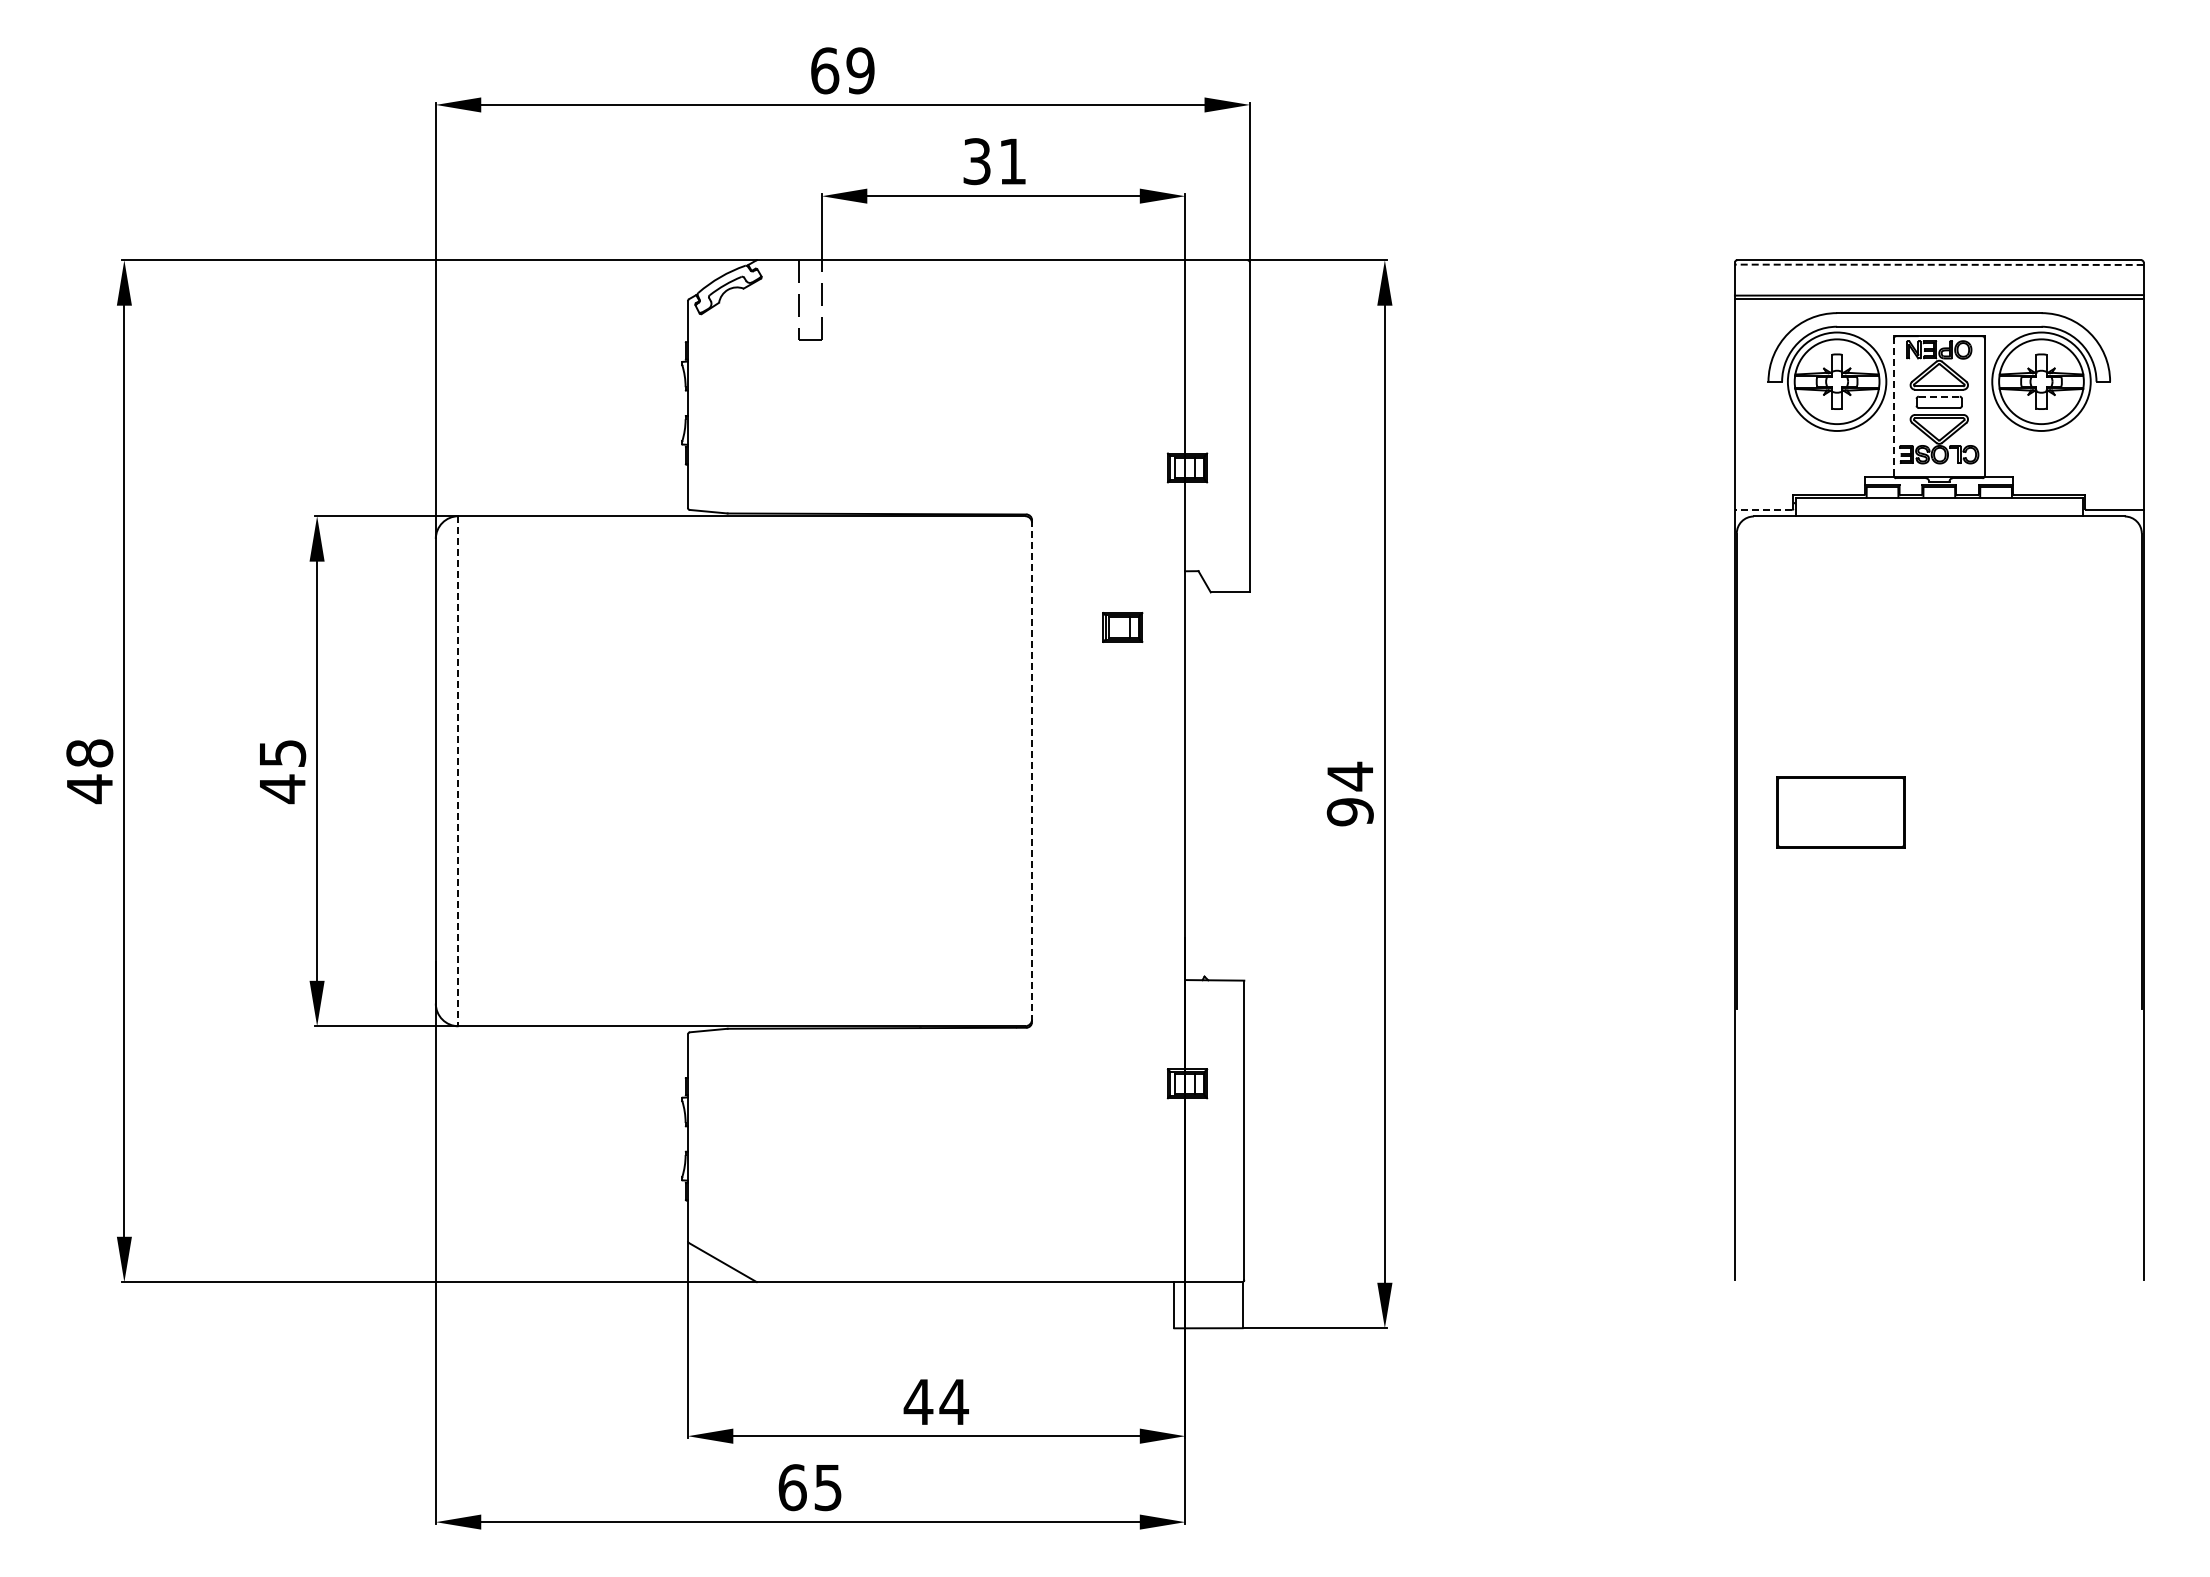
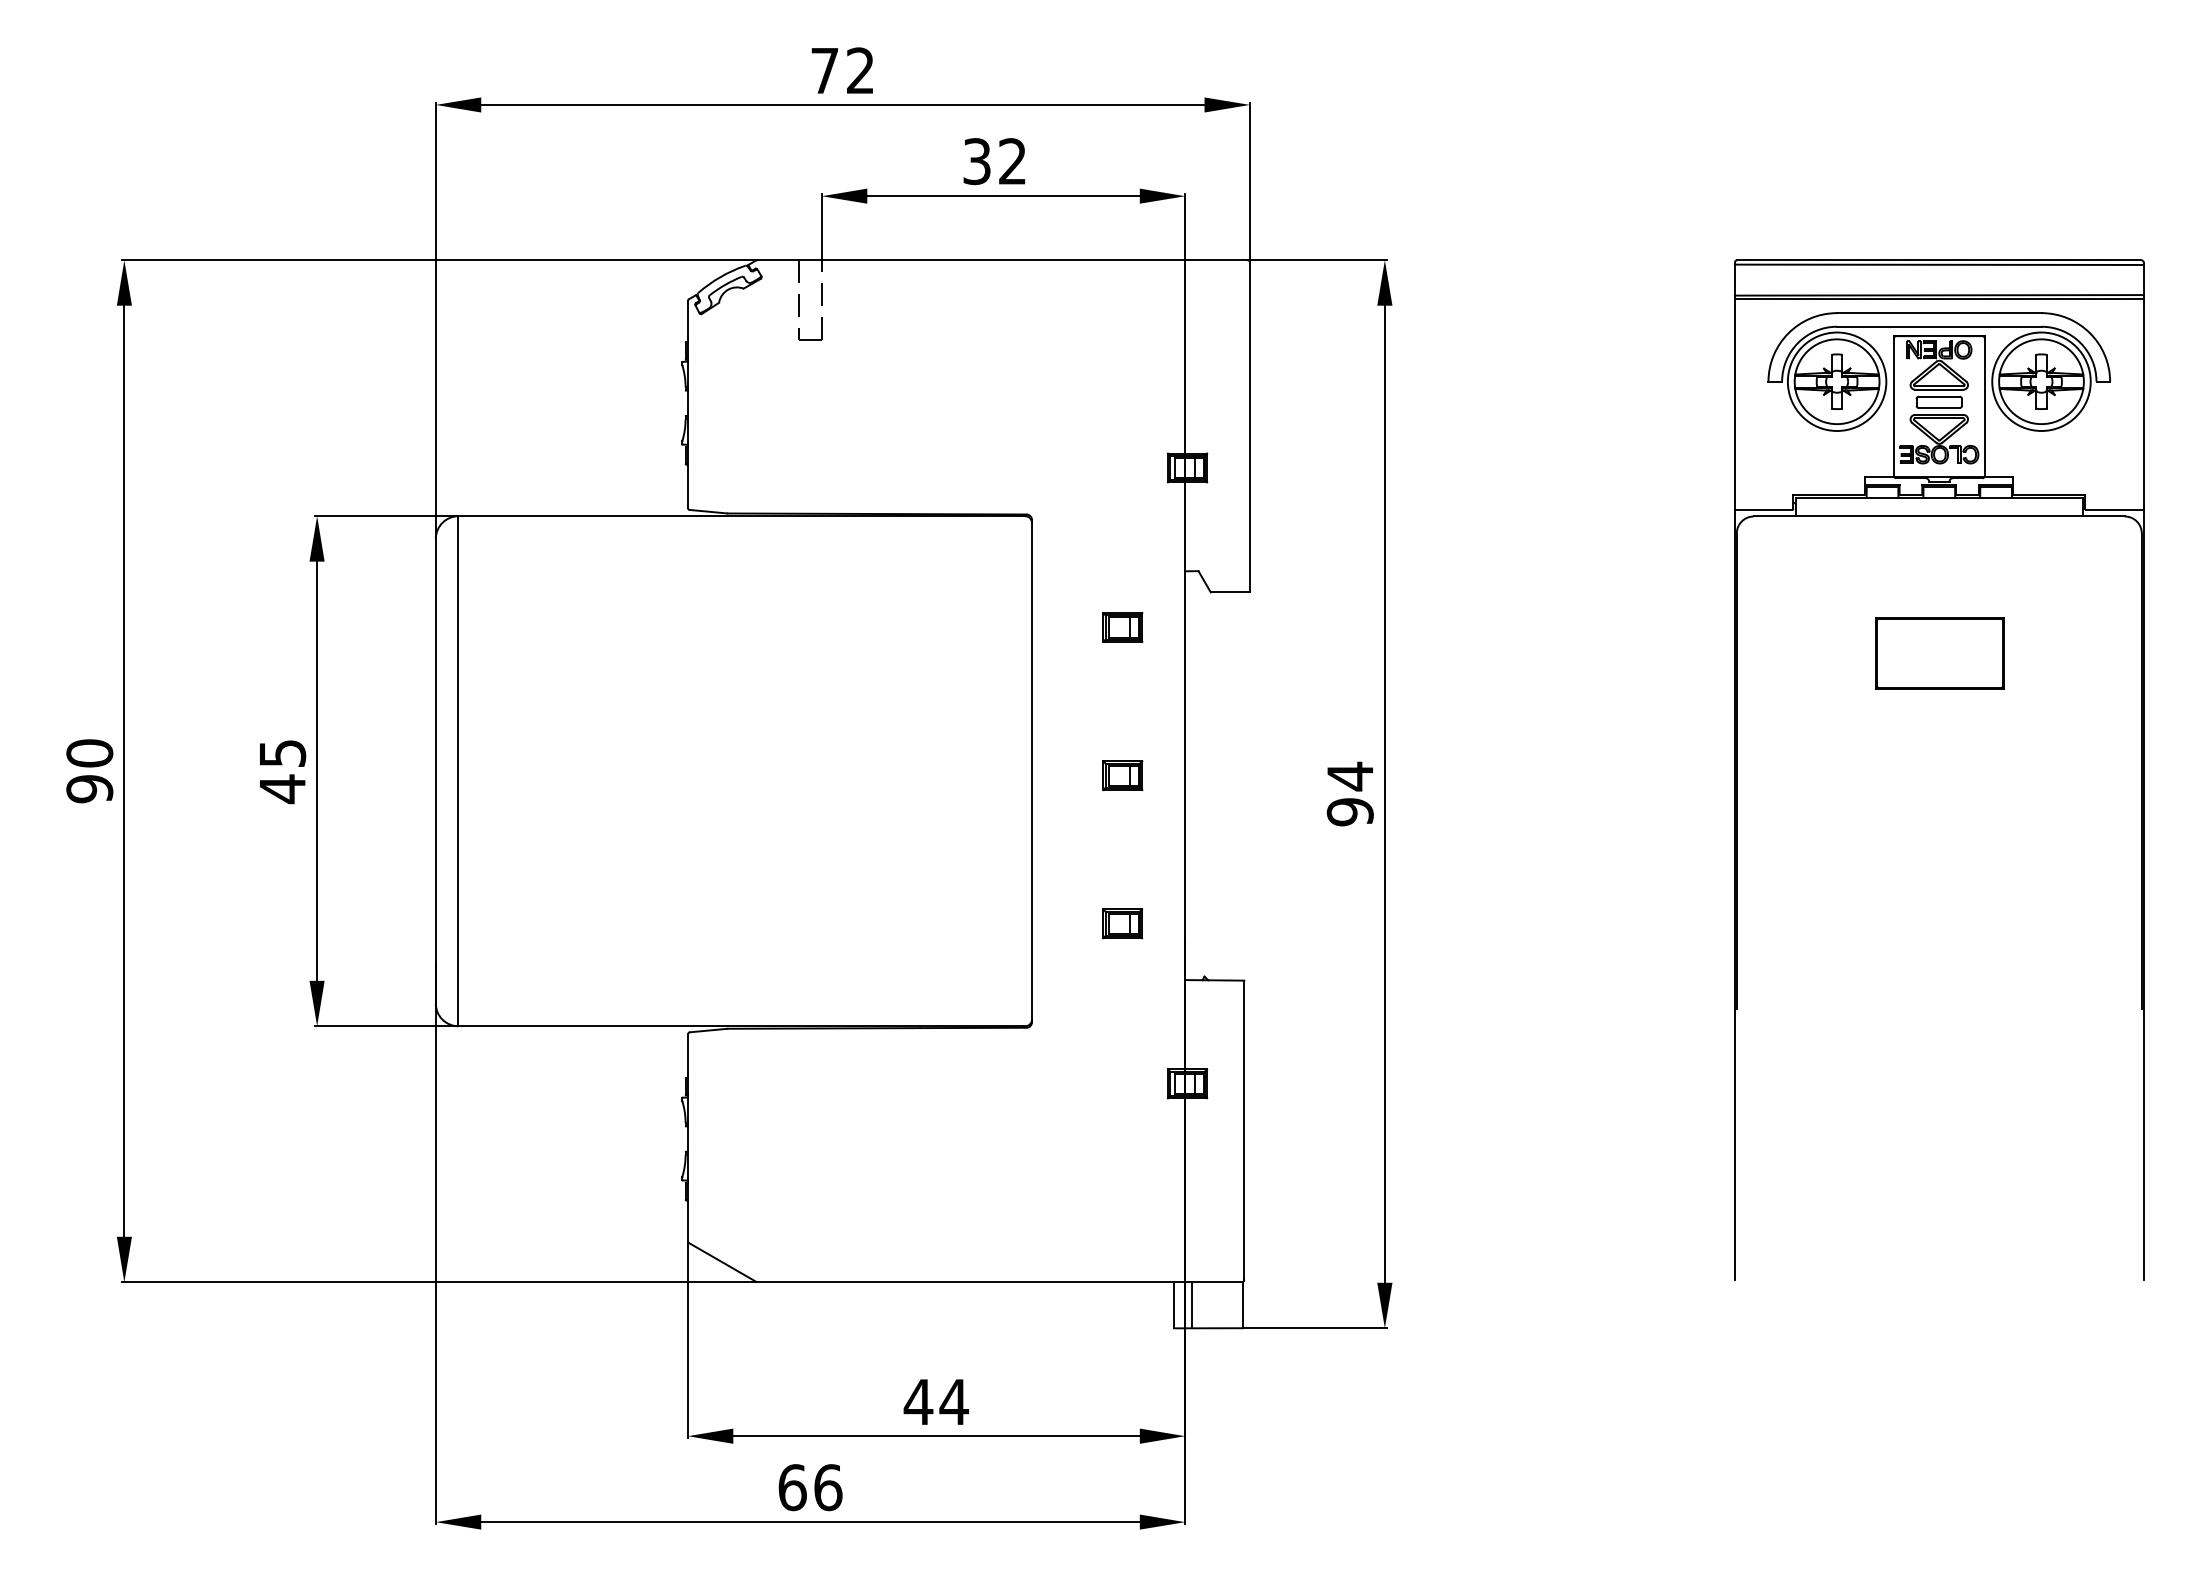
text at (842, 70): 69 -> 72
text at (1012, 161): 31 -> 32
line at (1938, 264): dashed -> solid
line at (1939, 396): dashed -> solid
line at (1893, 405): dashed -> solid
line at (1763, 510): dashed -> solid
text at (89, 771): 48 -> 90
line at (457, 771): dashed -> solid
line at (1032, 771): dashed -> solid
part at (1122, 775): none -> present
part at (1840, 812) position: (1840, 812) -> (1939, 653)
part at (1122, 923): none -> present
line at (1191, 1305): none -> present
text at (828, 1487): 65 -> 66
